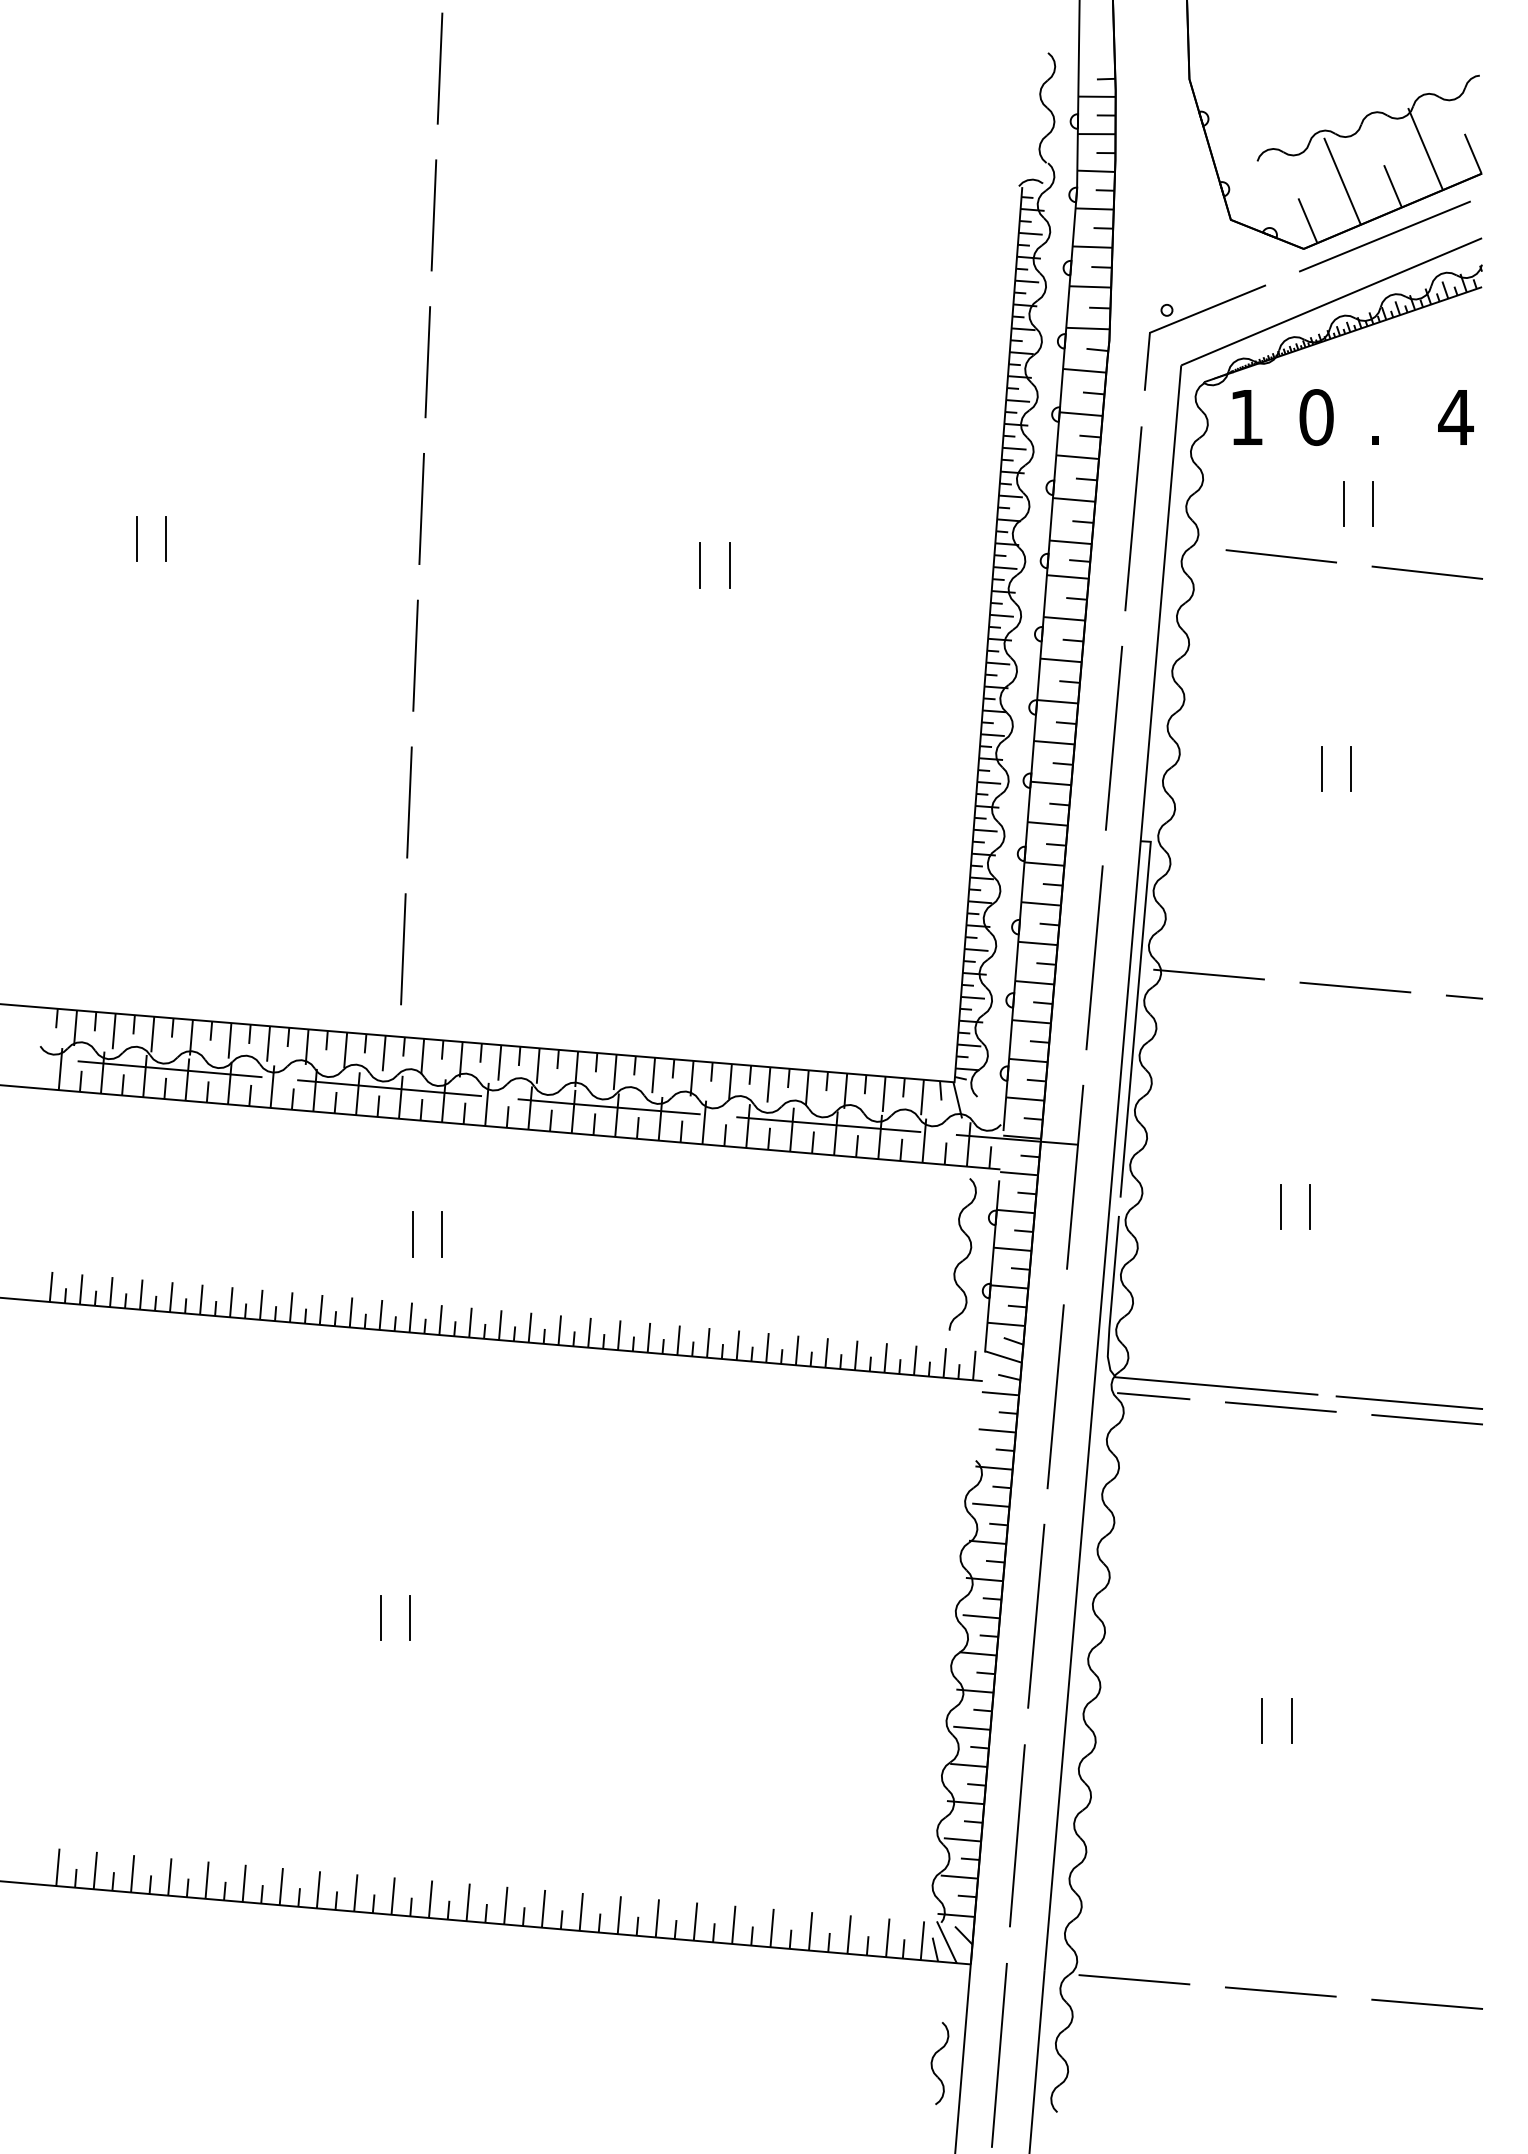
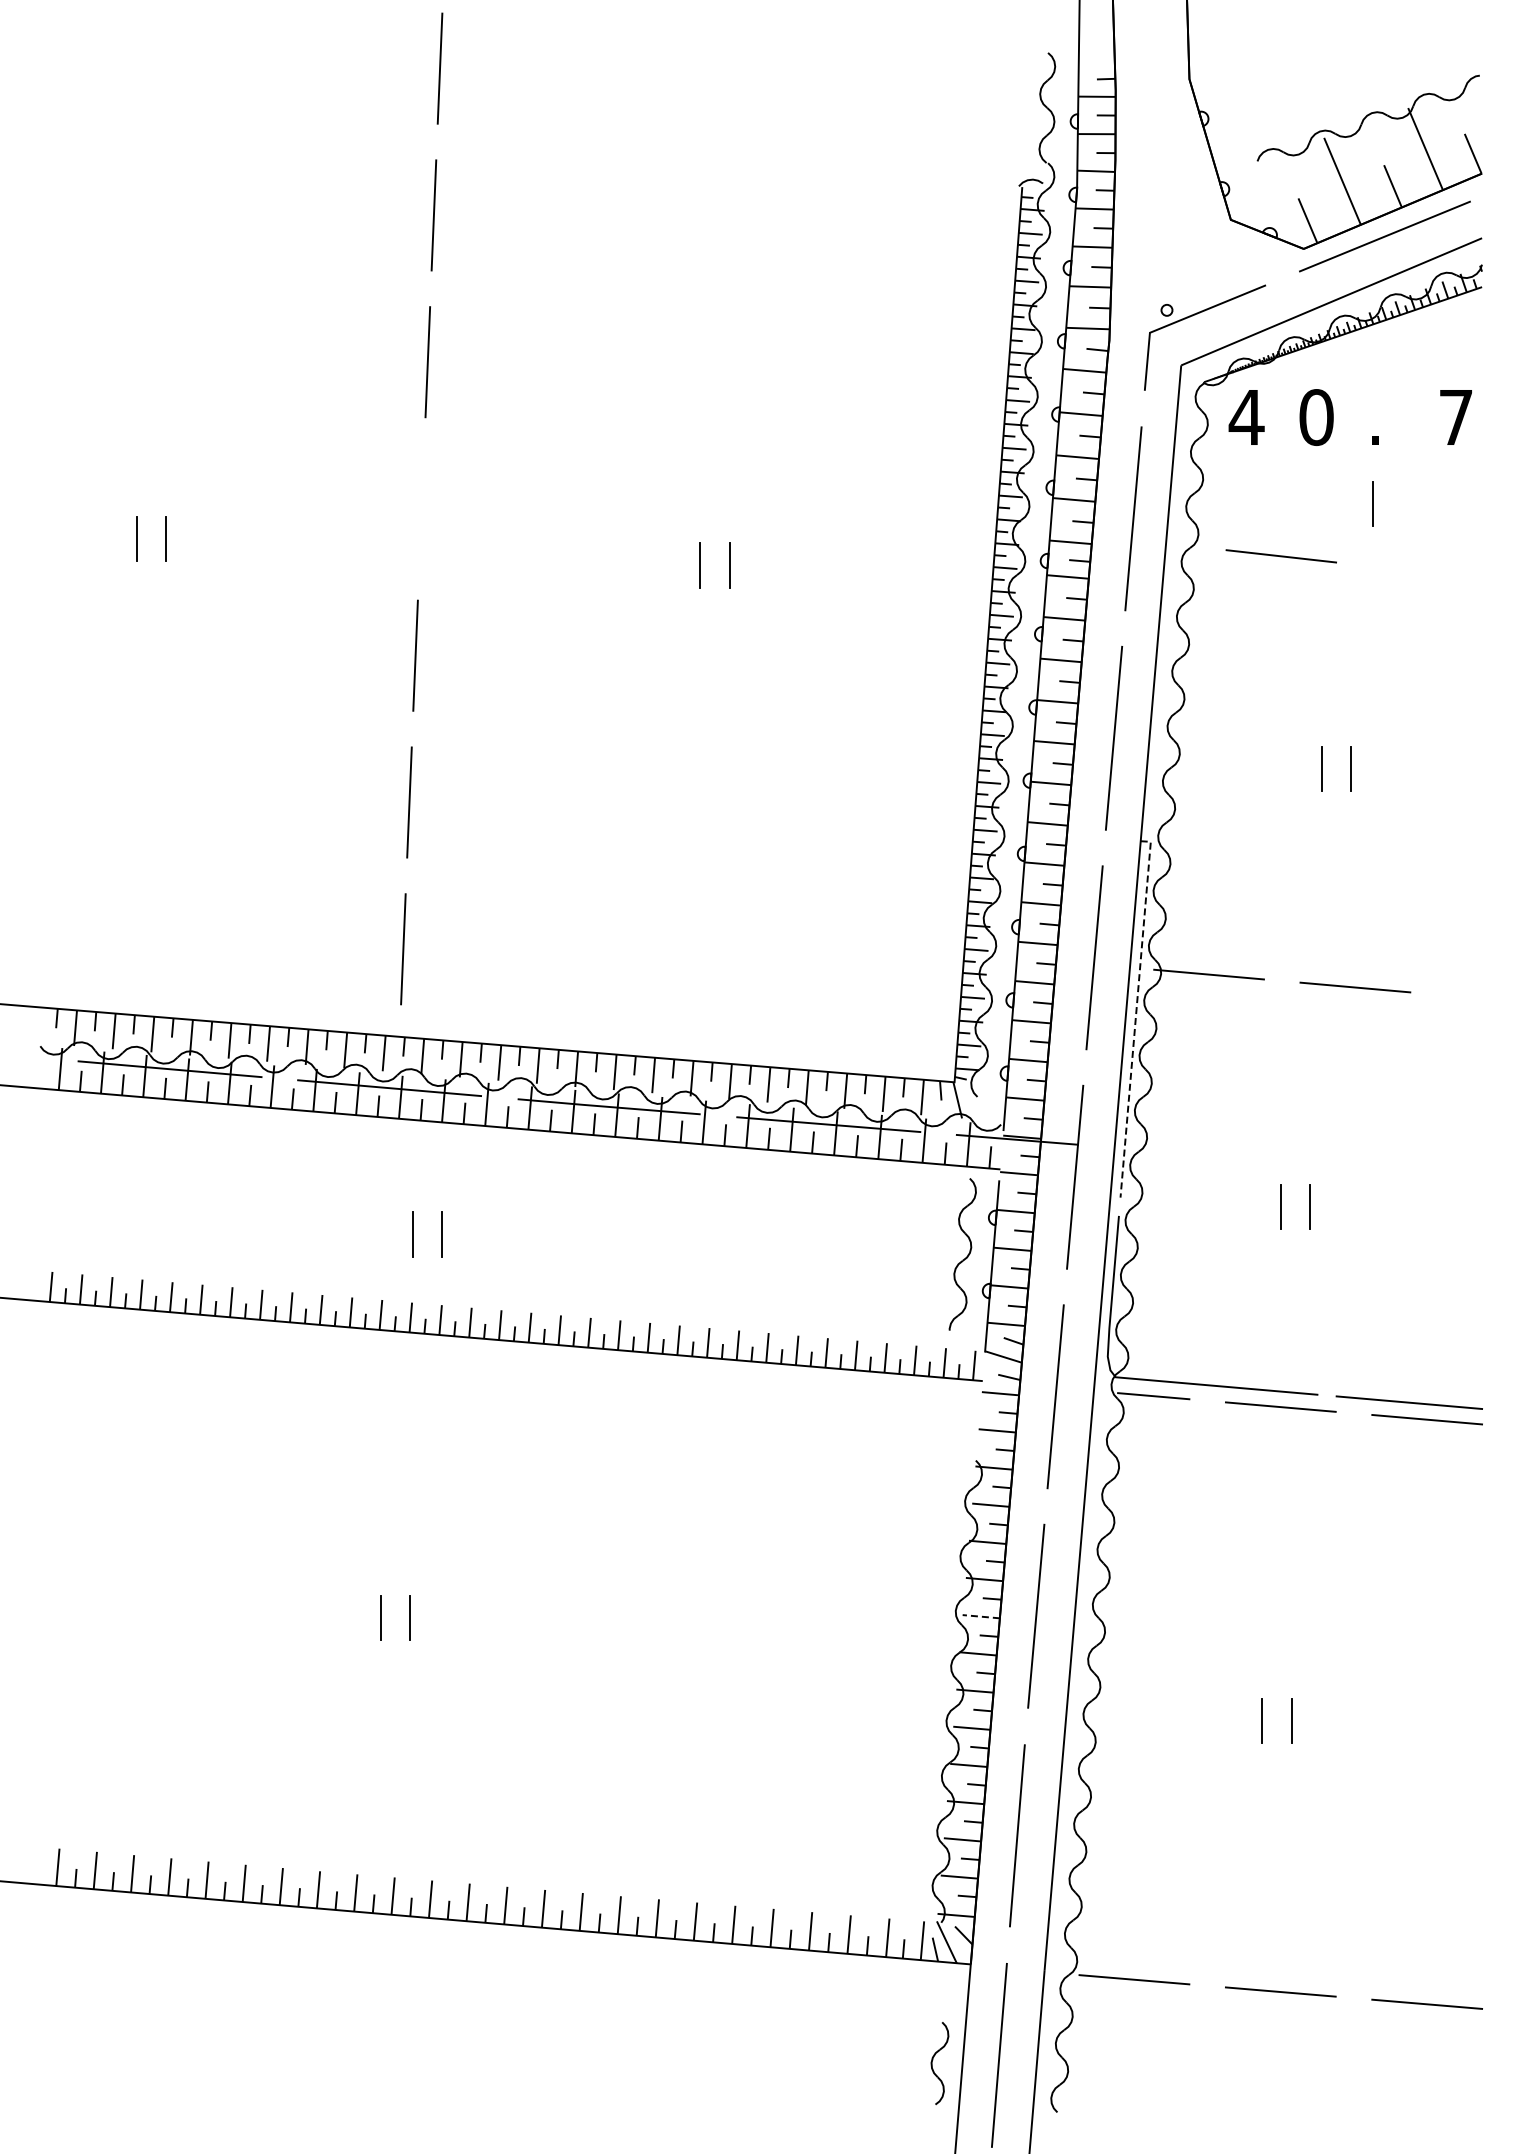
text at (1246, 417): 1 -> 4
text at (1455, 417): 4 -> 7
line at (1343, 503): present -> none
line at (421, 508): present -> none
line at (1427, 572): present -> none
line at (1464, 996): present -> none
line at (1136, 1013): solid -> dashed
line at (981, 1616): solid -> dashed
